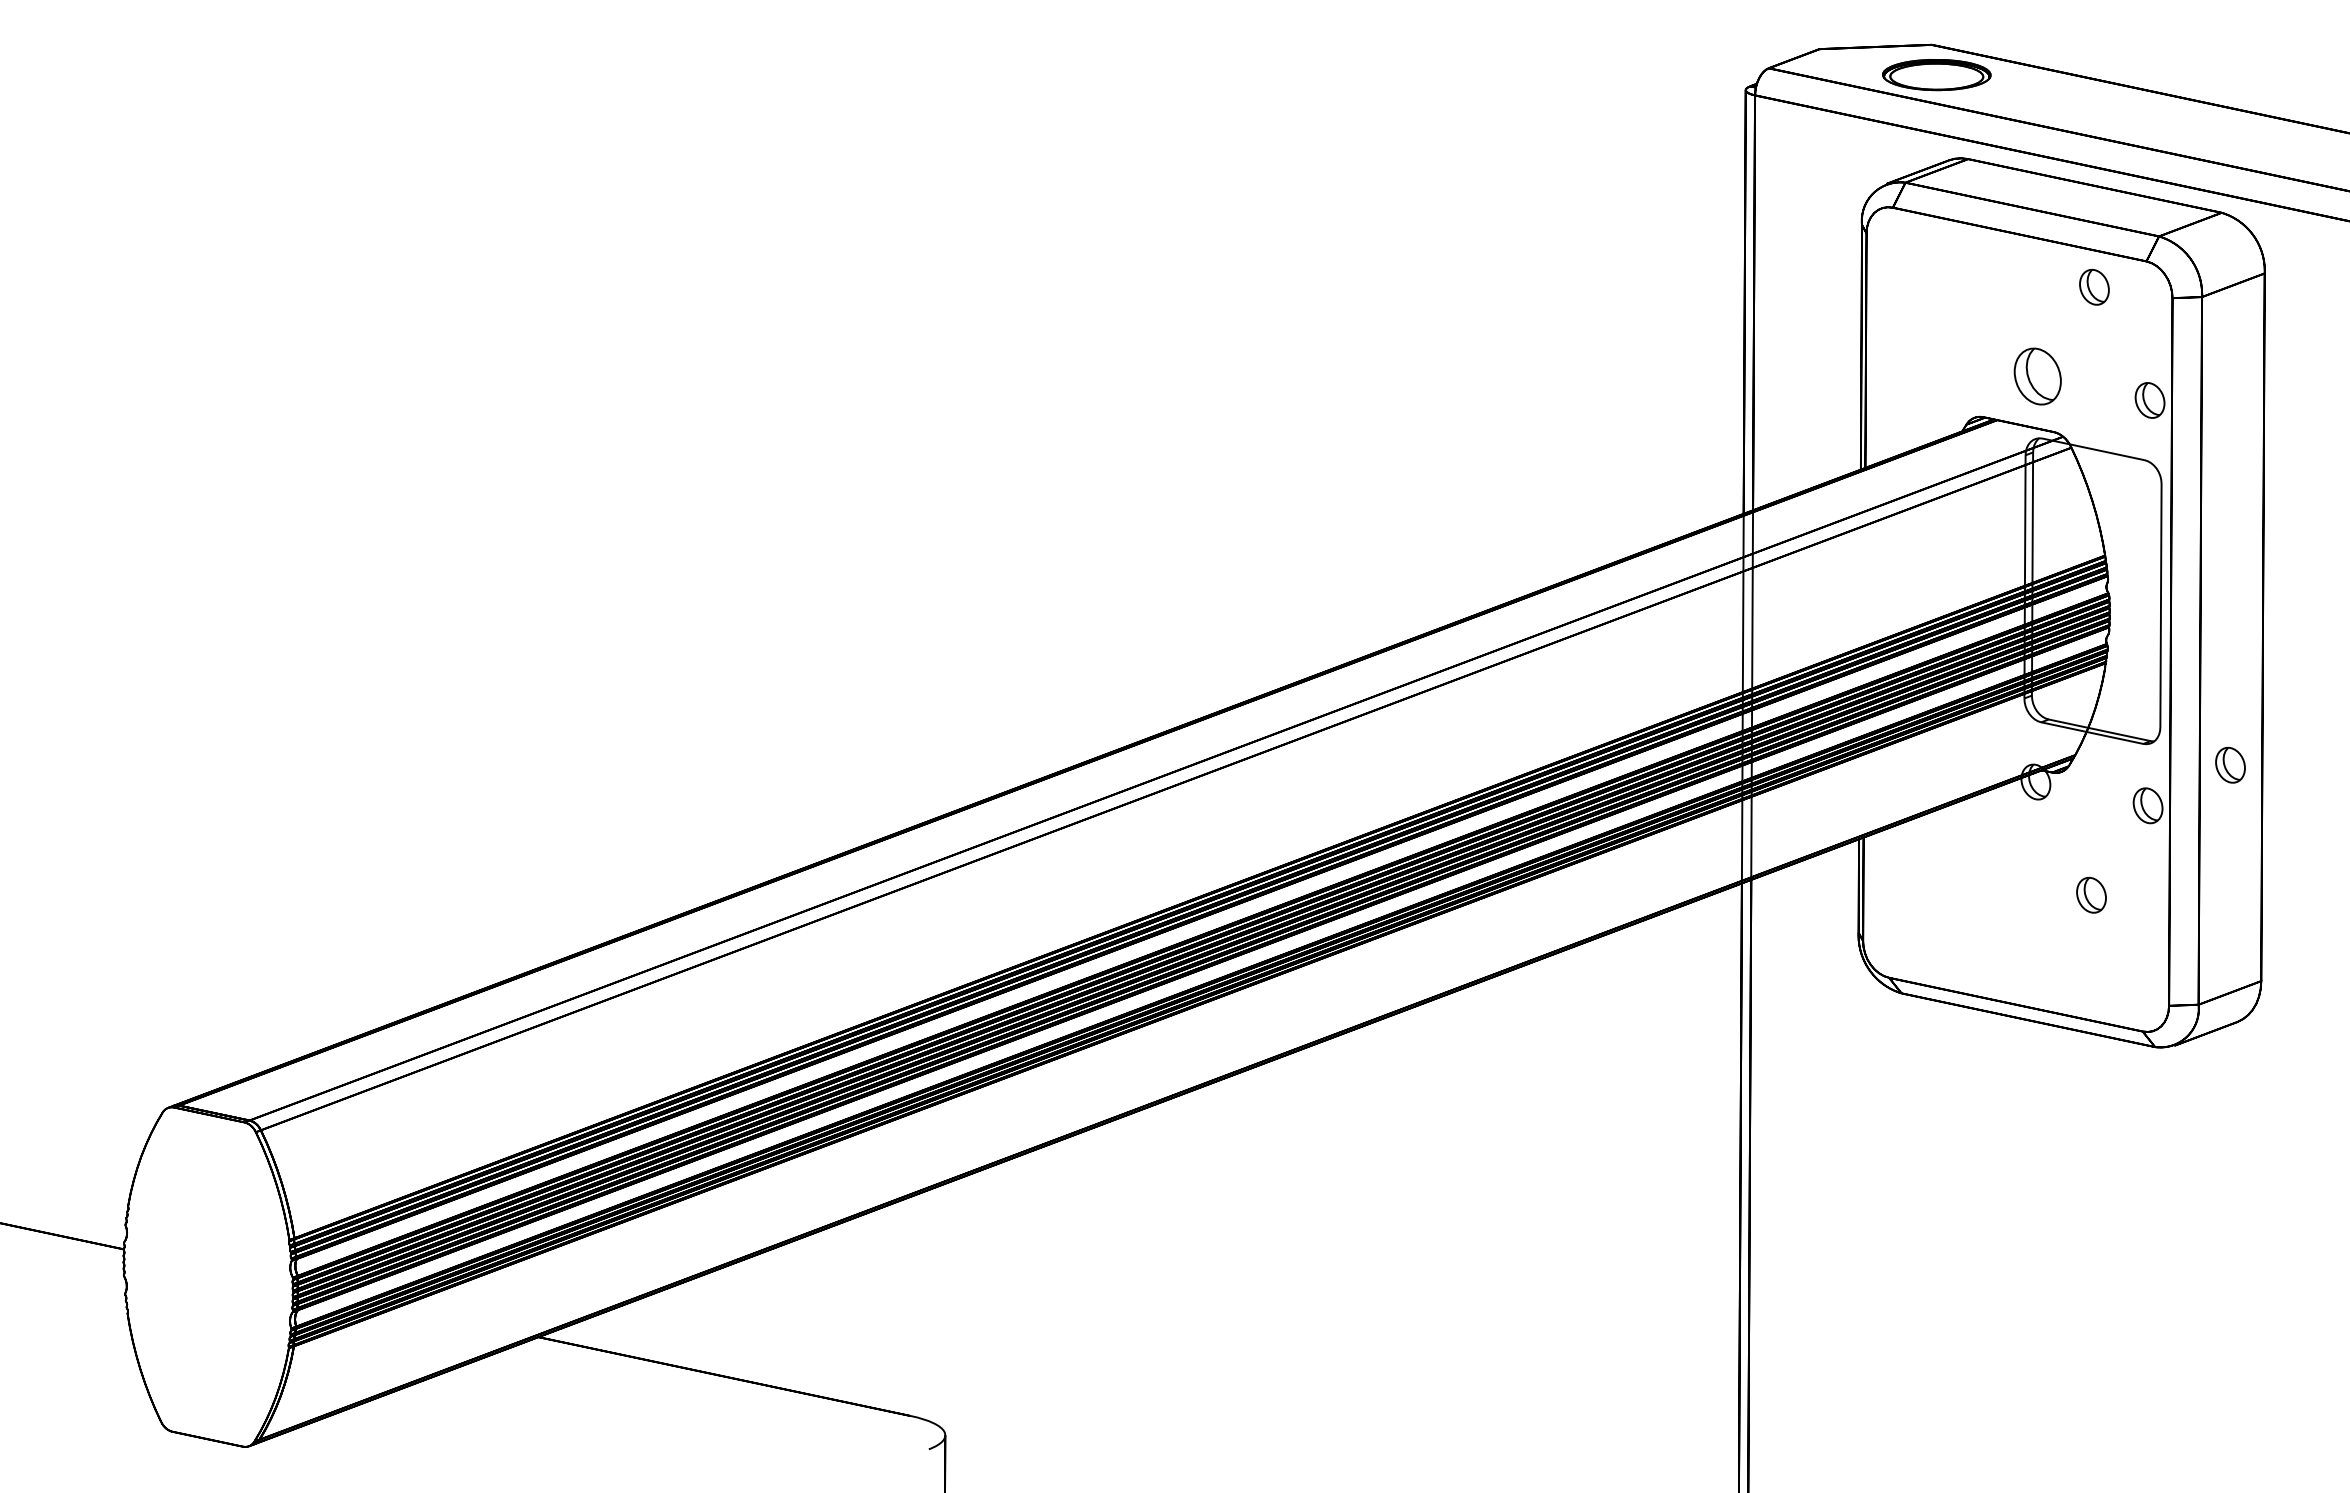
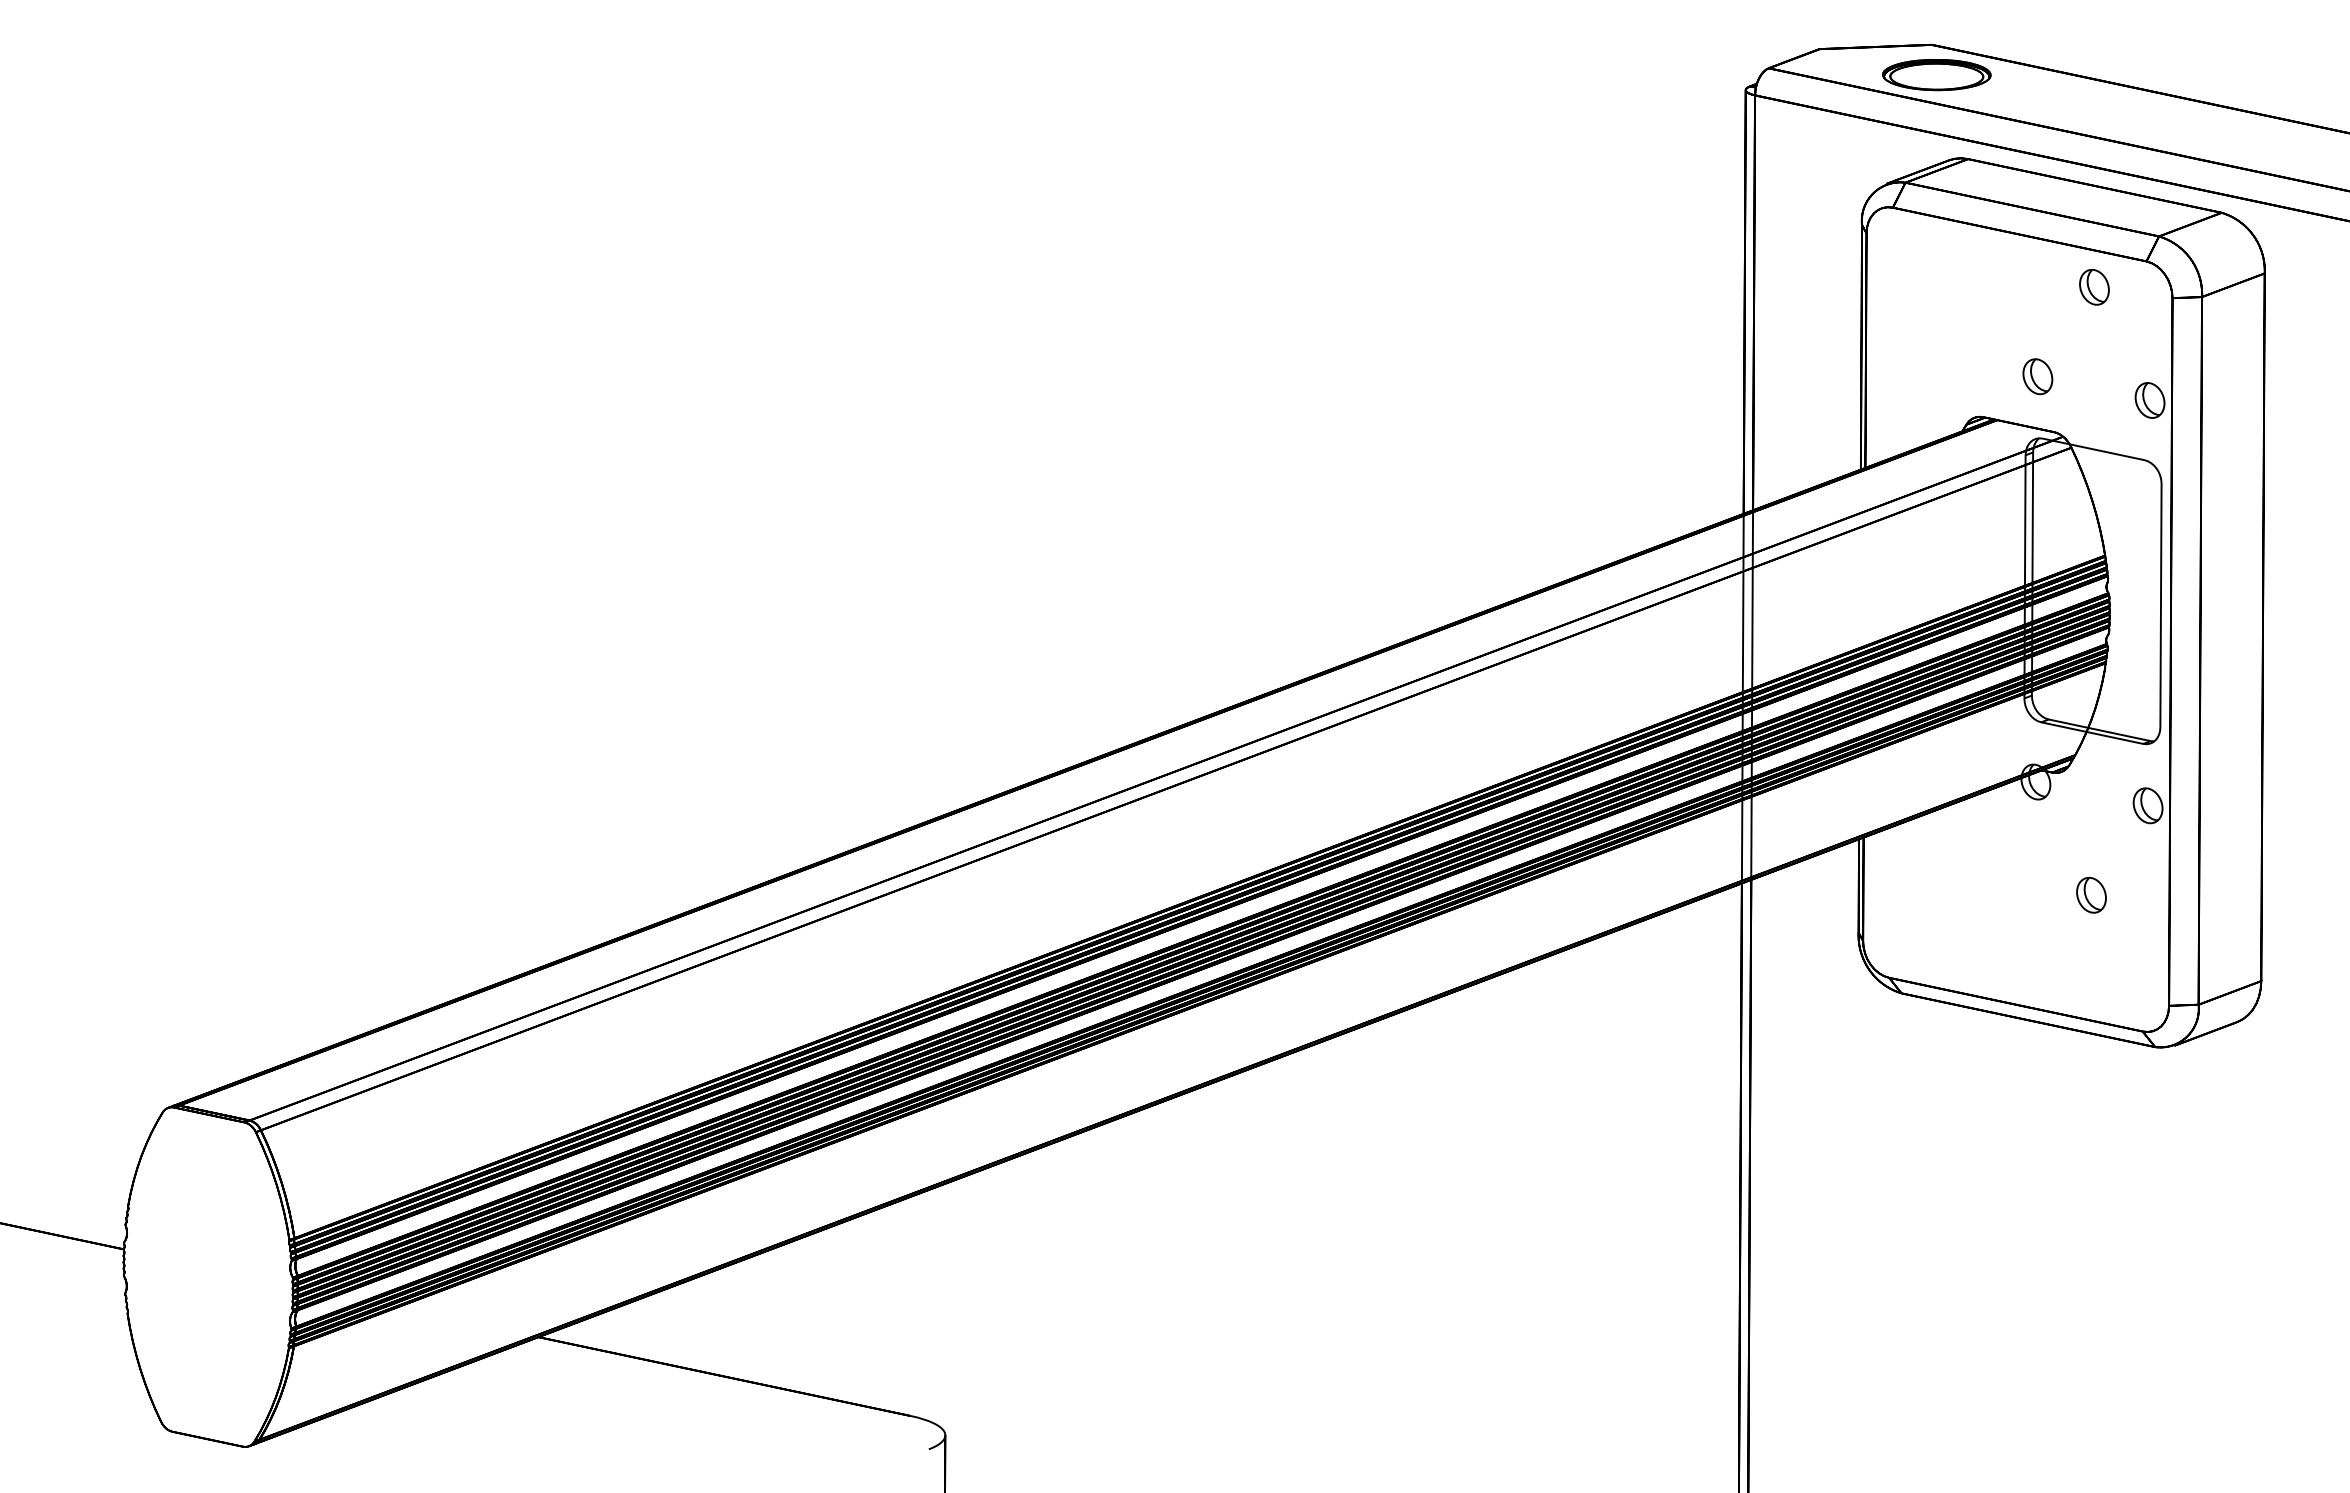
part at (2037, 376) size: 49x59 px -> 32x38 px
part at (2230, 764): present -> none
